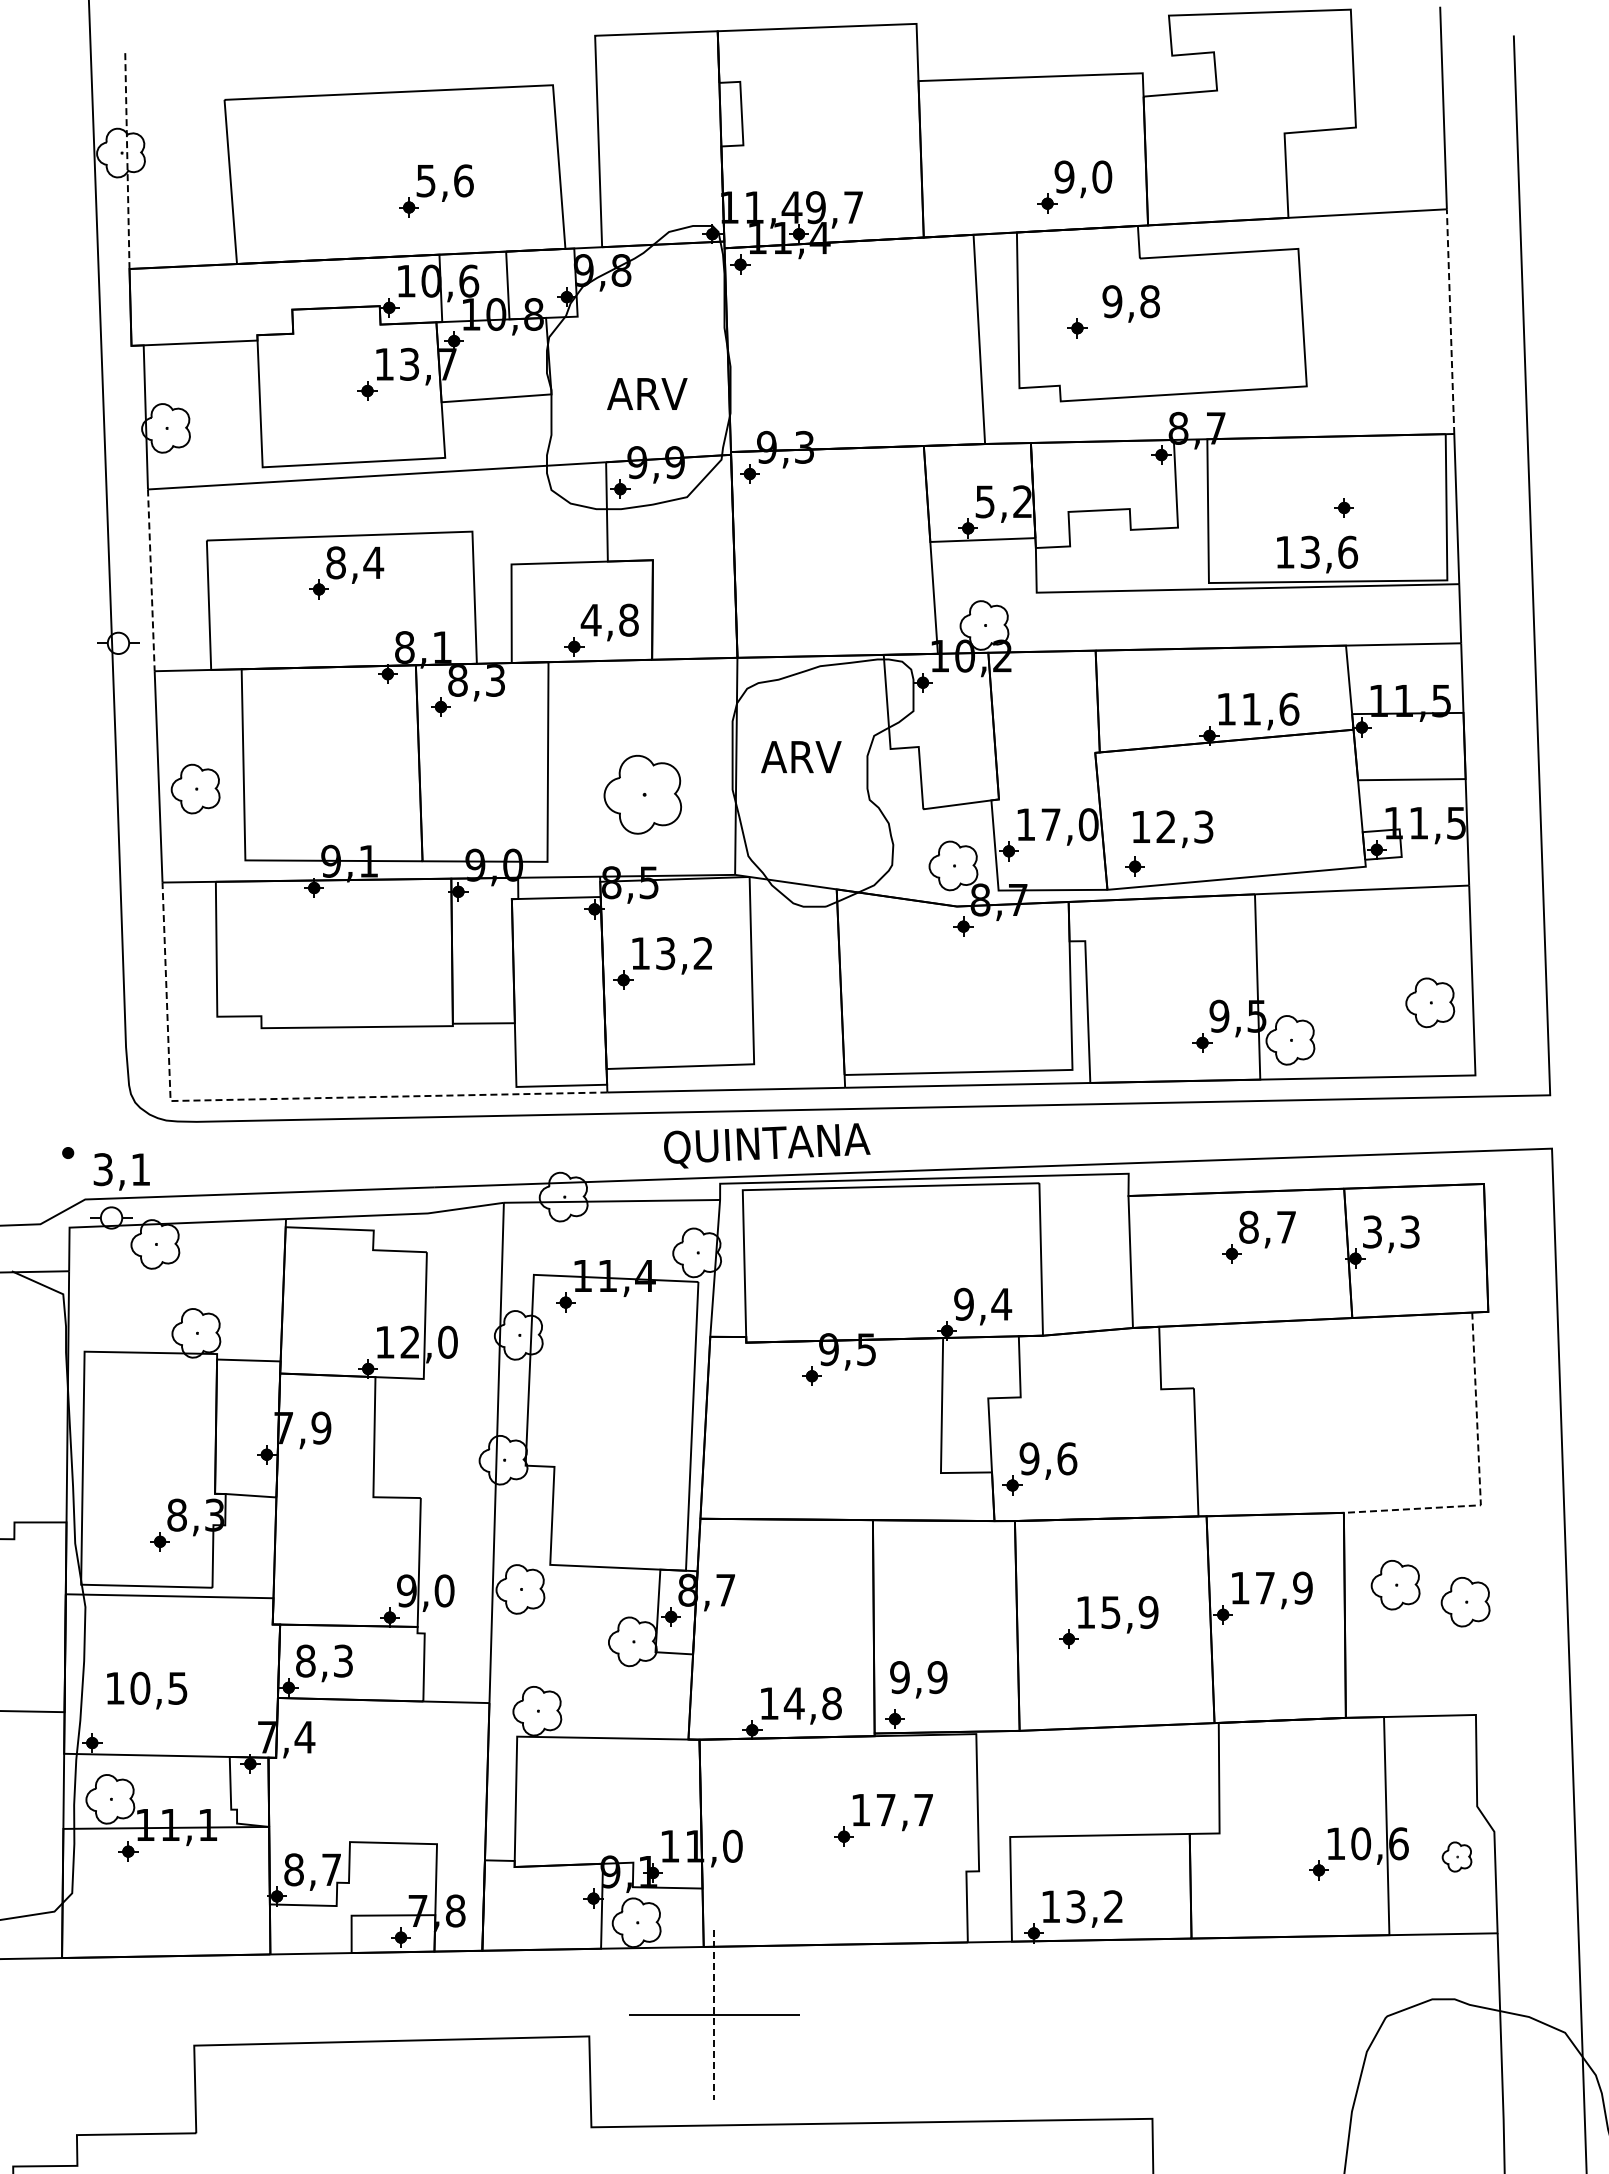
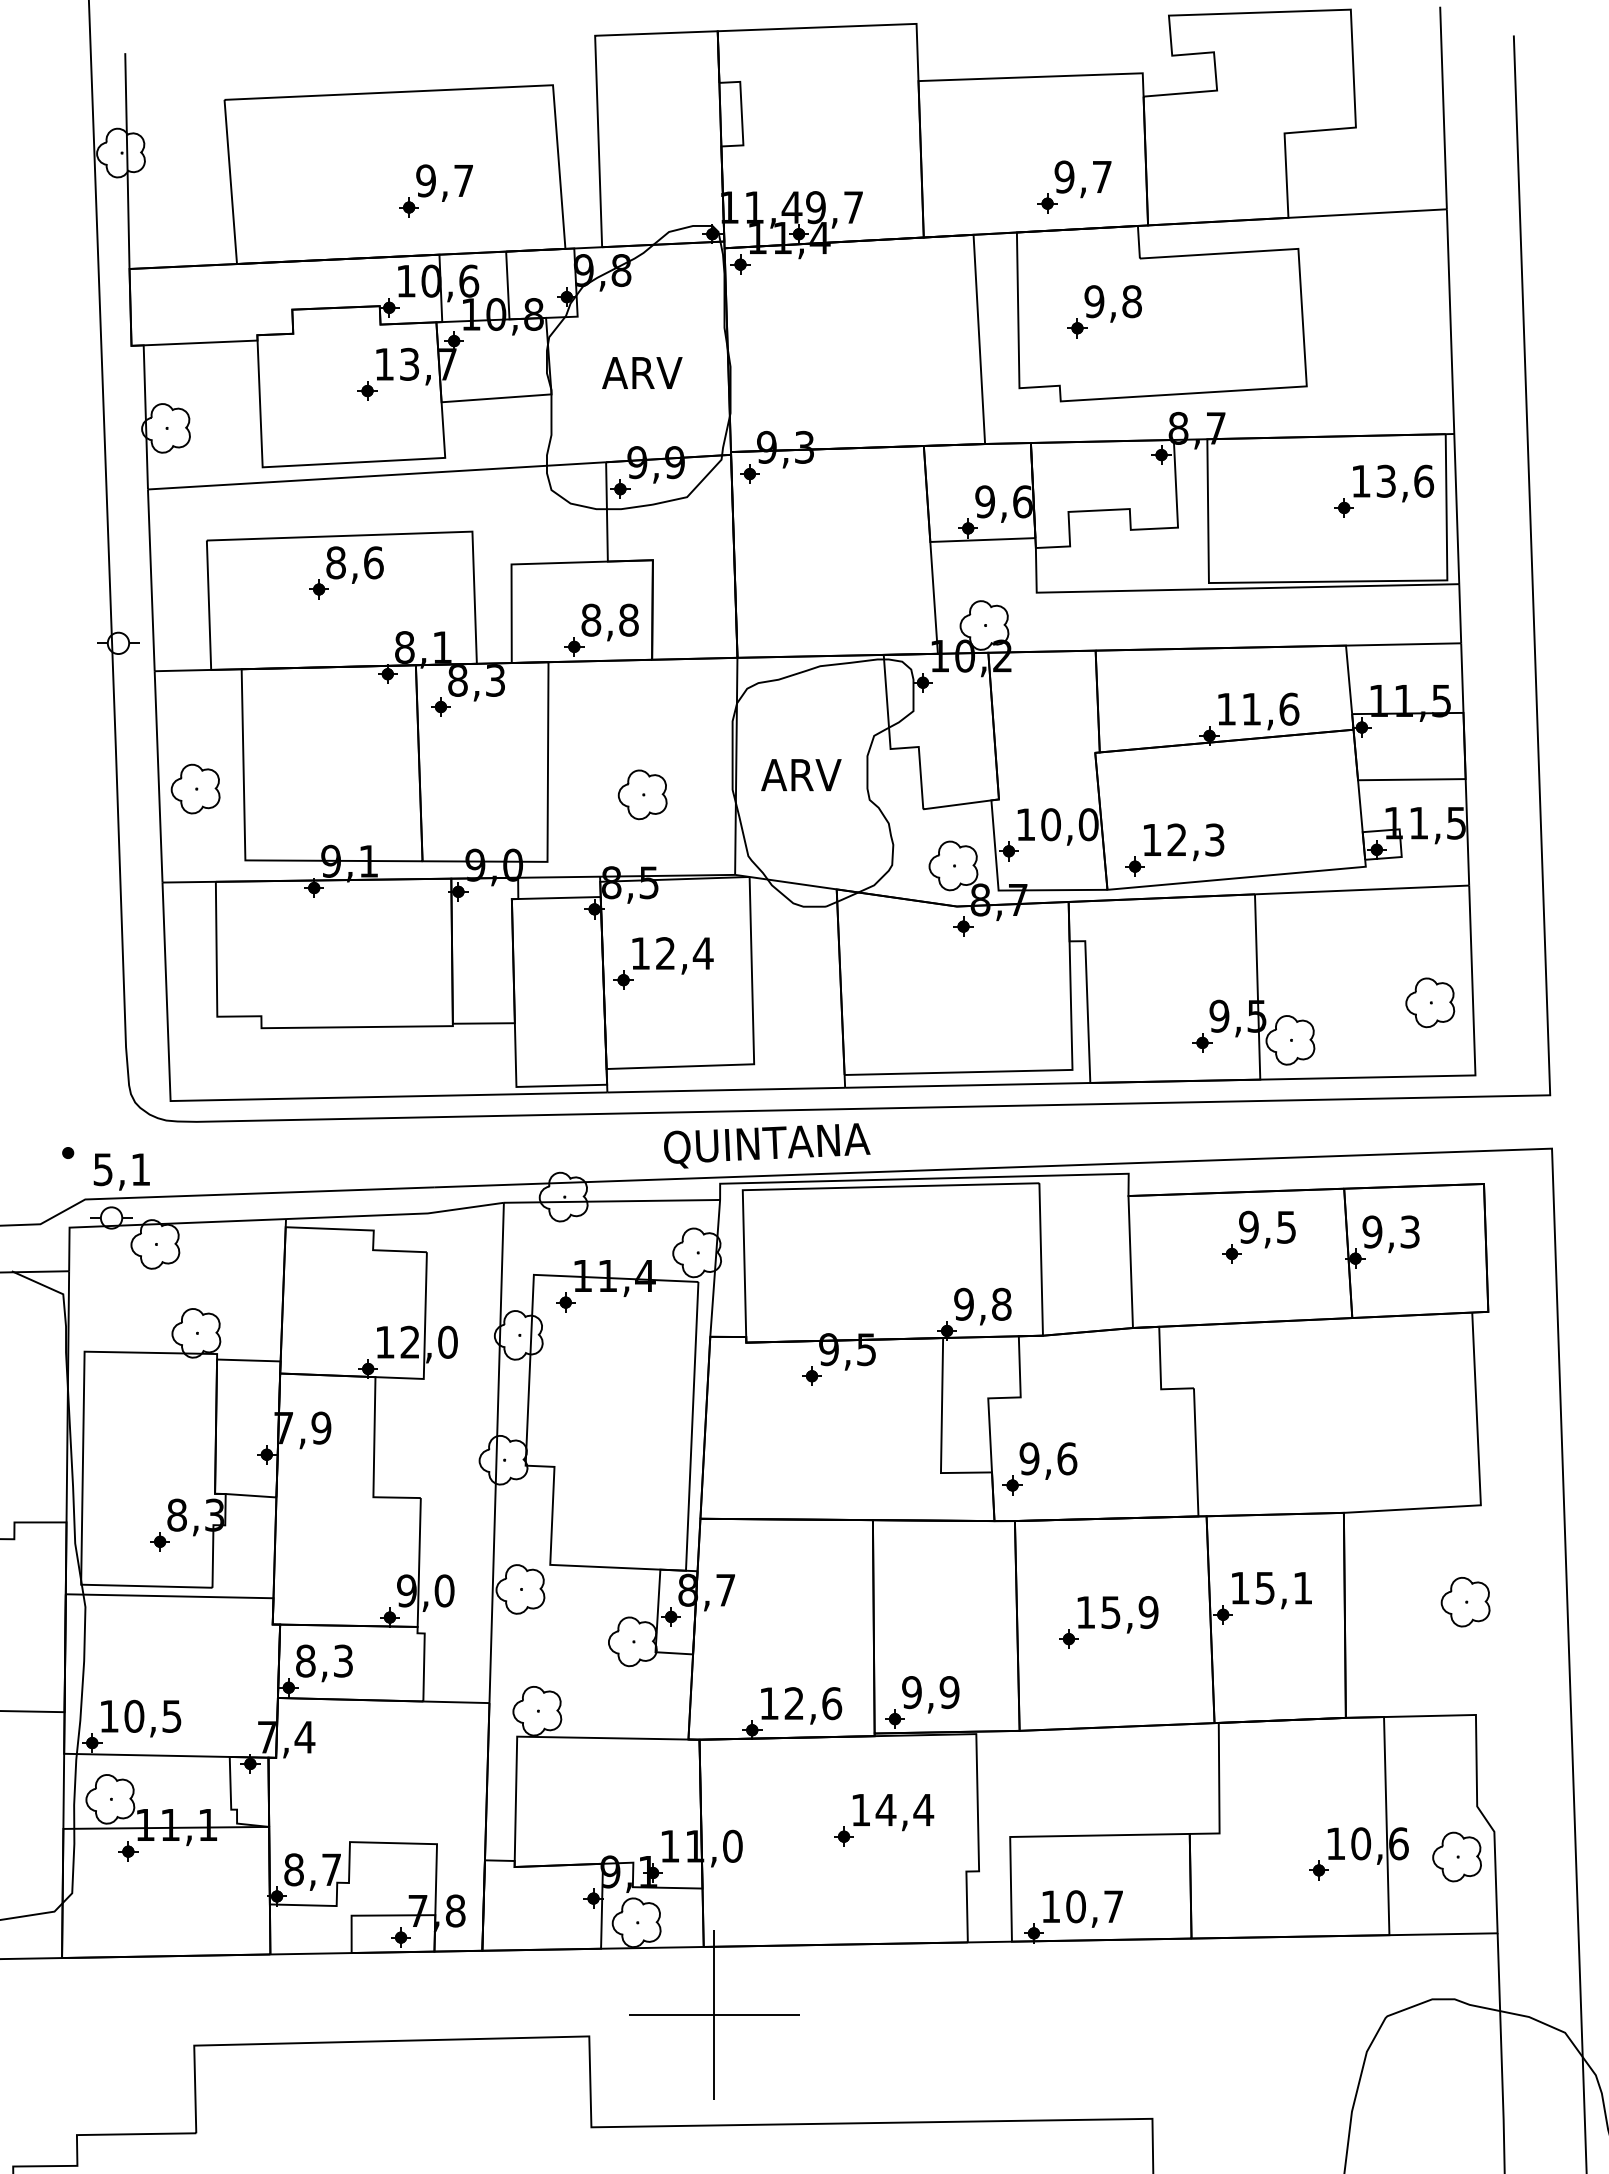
line at (127, 161): dashed -> solid
text at (1102, 176): 9,0 -> 9,7
text at (444, 180): 5,6 -> 9,7
text at (1130, 303) position: (1130, 303) -> (1112, 303)
line at (1450, 321): dashed -> solid
text at (647, 393) position: (647, 393) -> (642, 372)
text at (1003, 501): 5,2 -> 9,6
text at (1317, 554) position: (1317, 554) -> (1393, 483)
text at (373, 562): 8,4 -> 8,6
line at (151, 580): dashed -> solid
text at (590, 619): 4,8 -> 8,8
text at (801, 757) position: (801, 757) -> (801, 775)
part at (642, 794) size: 79x81 px -> 51x52 px
text at (1050, 824): 17,0 -> 10,0
text at (1173, 829) position: (1173, 829) -> (1184, 842)
text at (684, 953): 13,2 -> 12,4
line at (278, 1098): dashed -> solid
text at (103, 1169): 3,1 -> 5,1
text at (1267, 1226): 8,7 -> 9,5
text at (1372, 1231): 3,3 -> 9,3
text at (1001, 1303): 9,4 -> 9,8
line at (1479, 1478): dashed -> solid
part at (1395, 1585): present -> none
text at (1283, 1587): 17,9 -> 15,1
text at (918, 1679) position: (918, 1679) -> (930, 1694)
text at (147, 1690) position: (147, 1690) -> (141, 1718)
text at (812, 1703): 14,8 -> 12,6
text at (904, 1810): 17,7 -> 14,4
part at (1456, 1856) size: 32x32 px -> 50x52 px
text at (1094, 1906): 13,2 -> 10,7
line at (714, 2015): dashed -> solid
